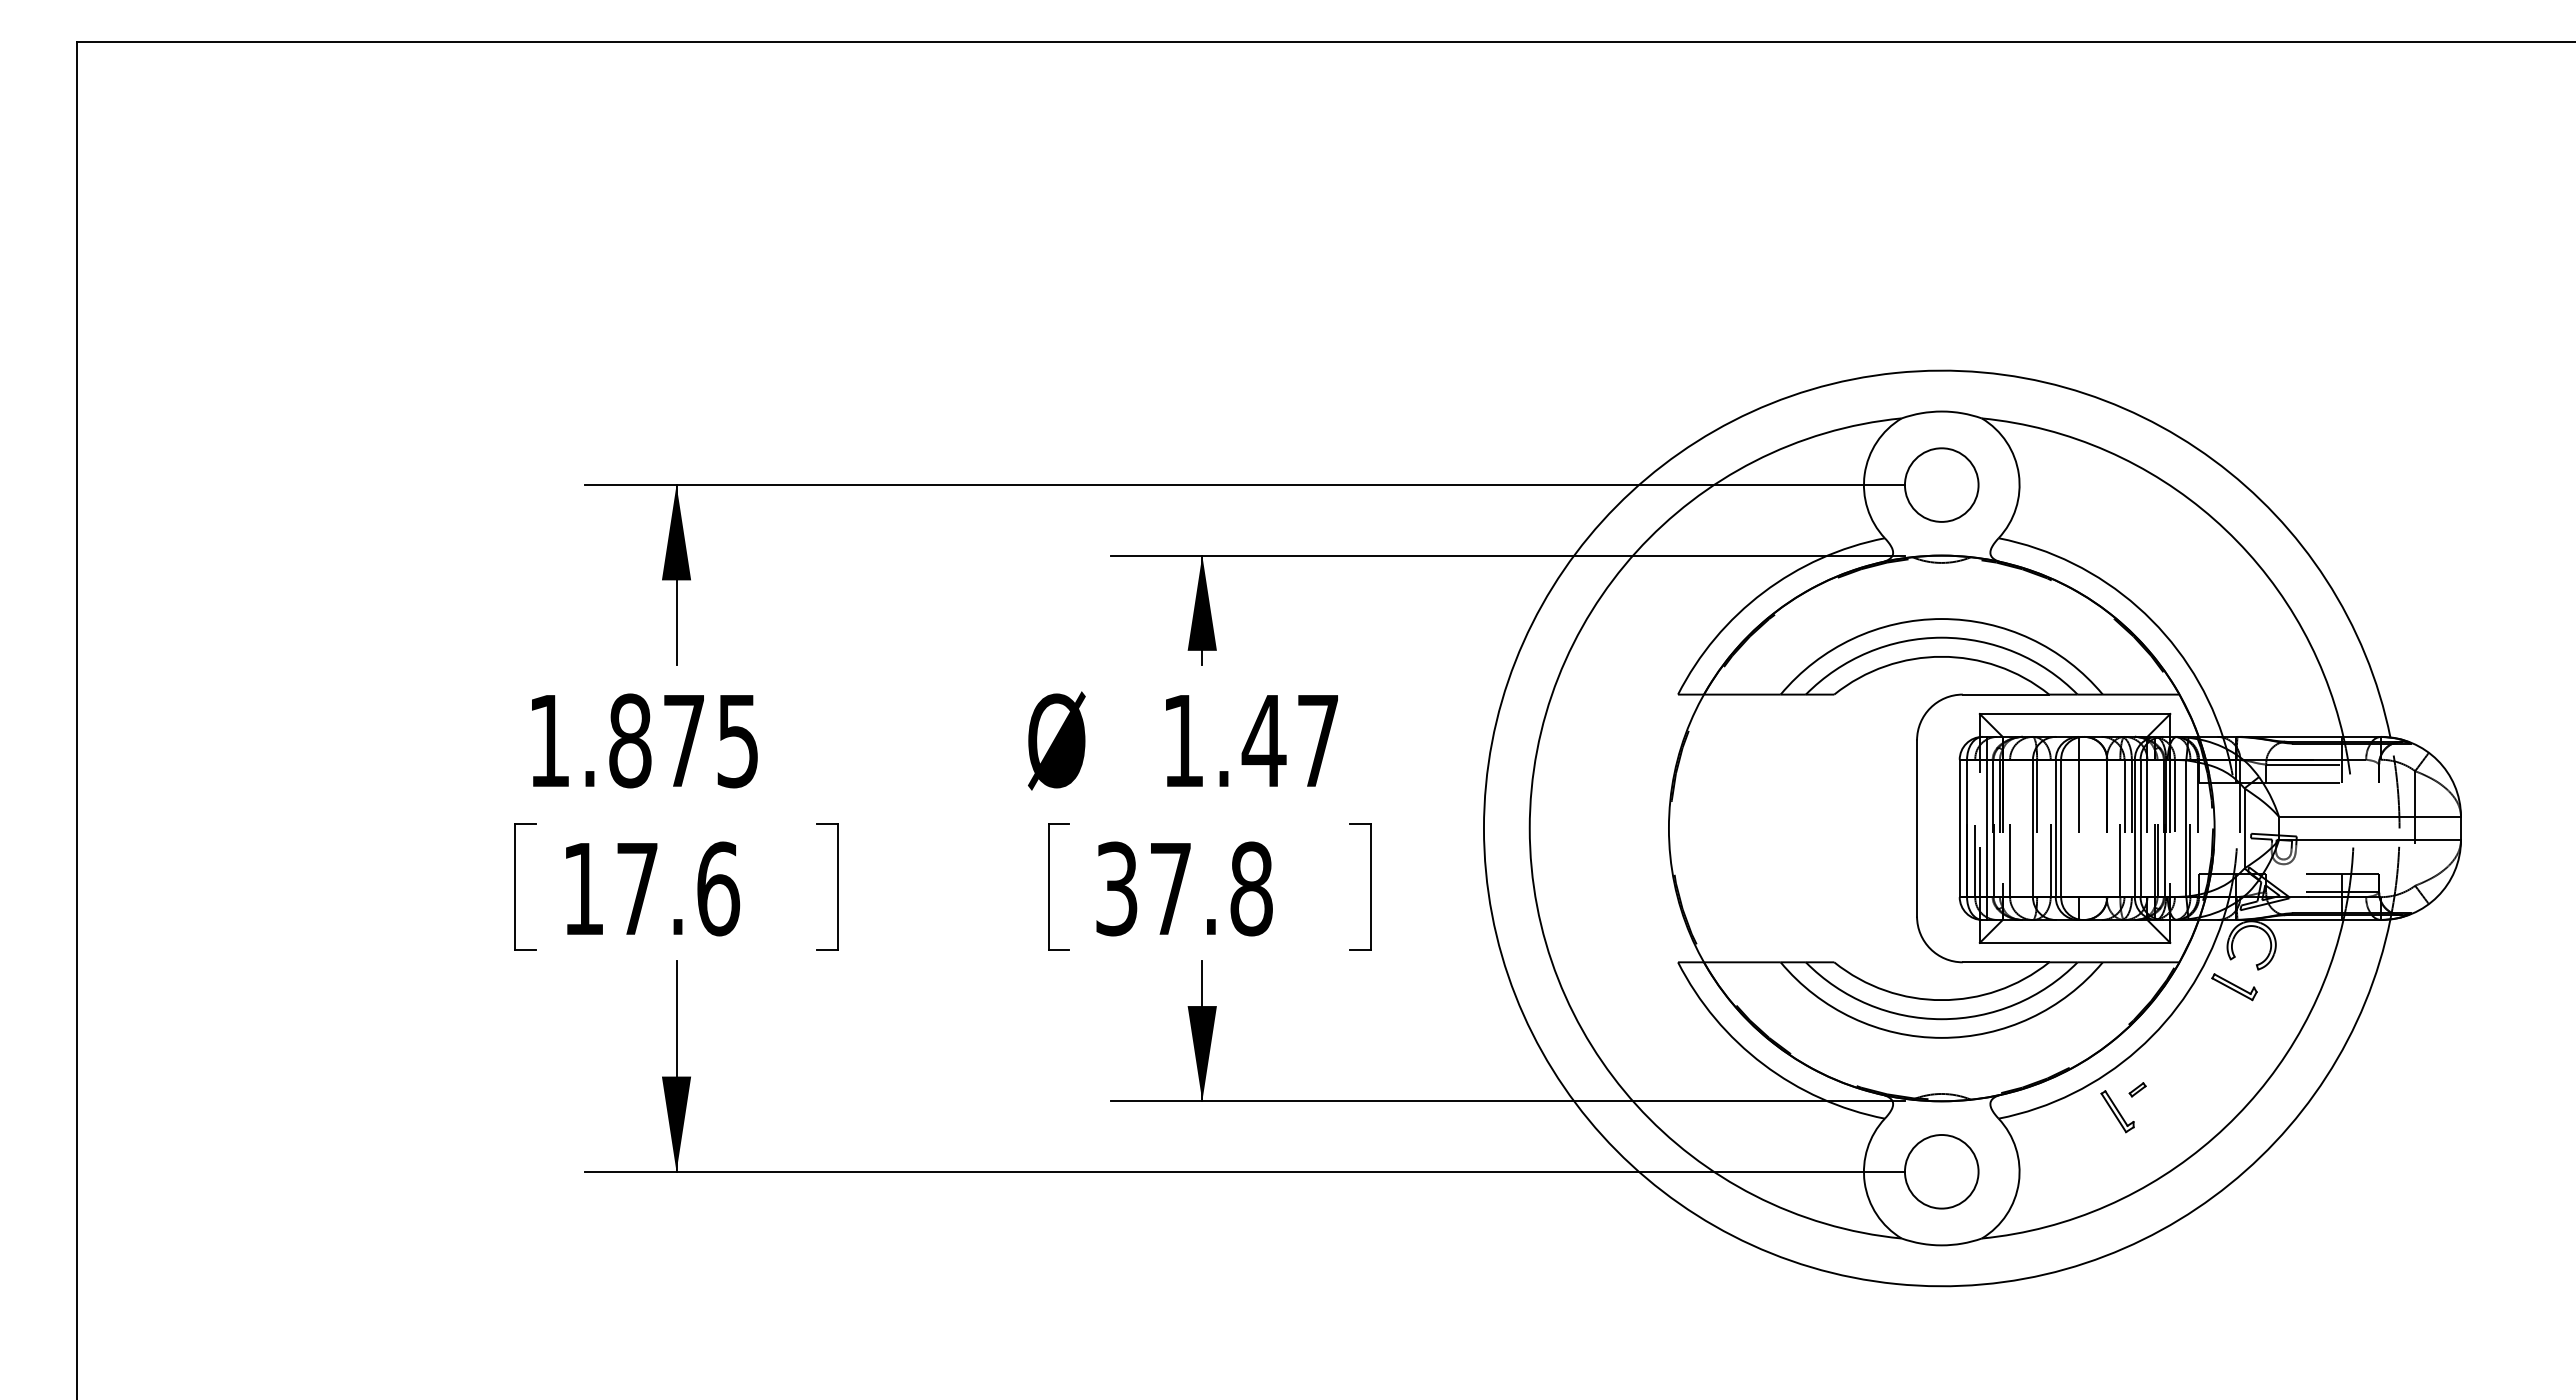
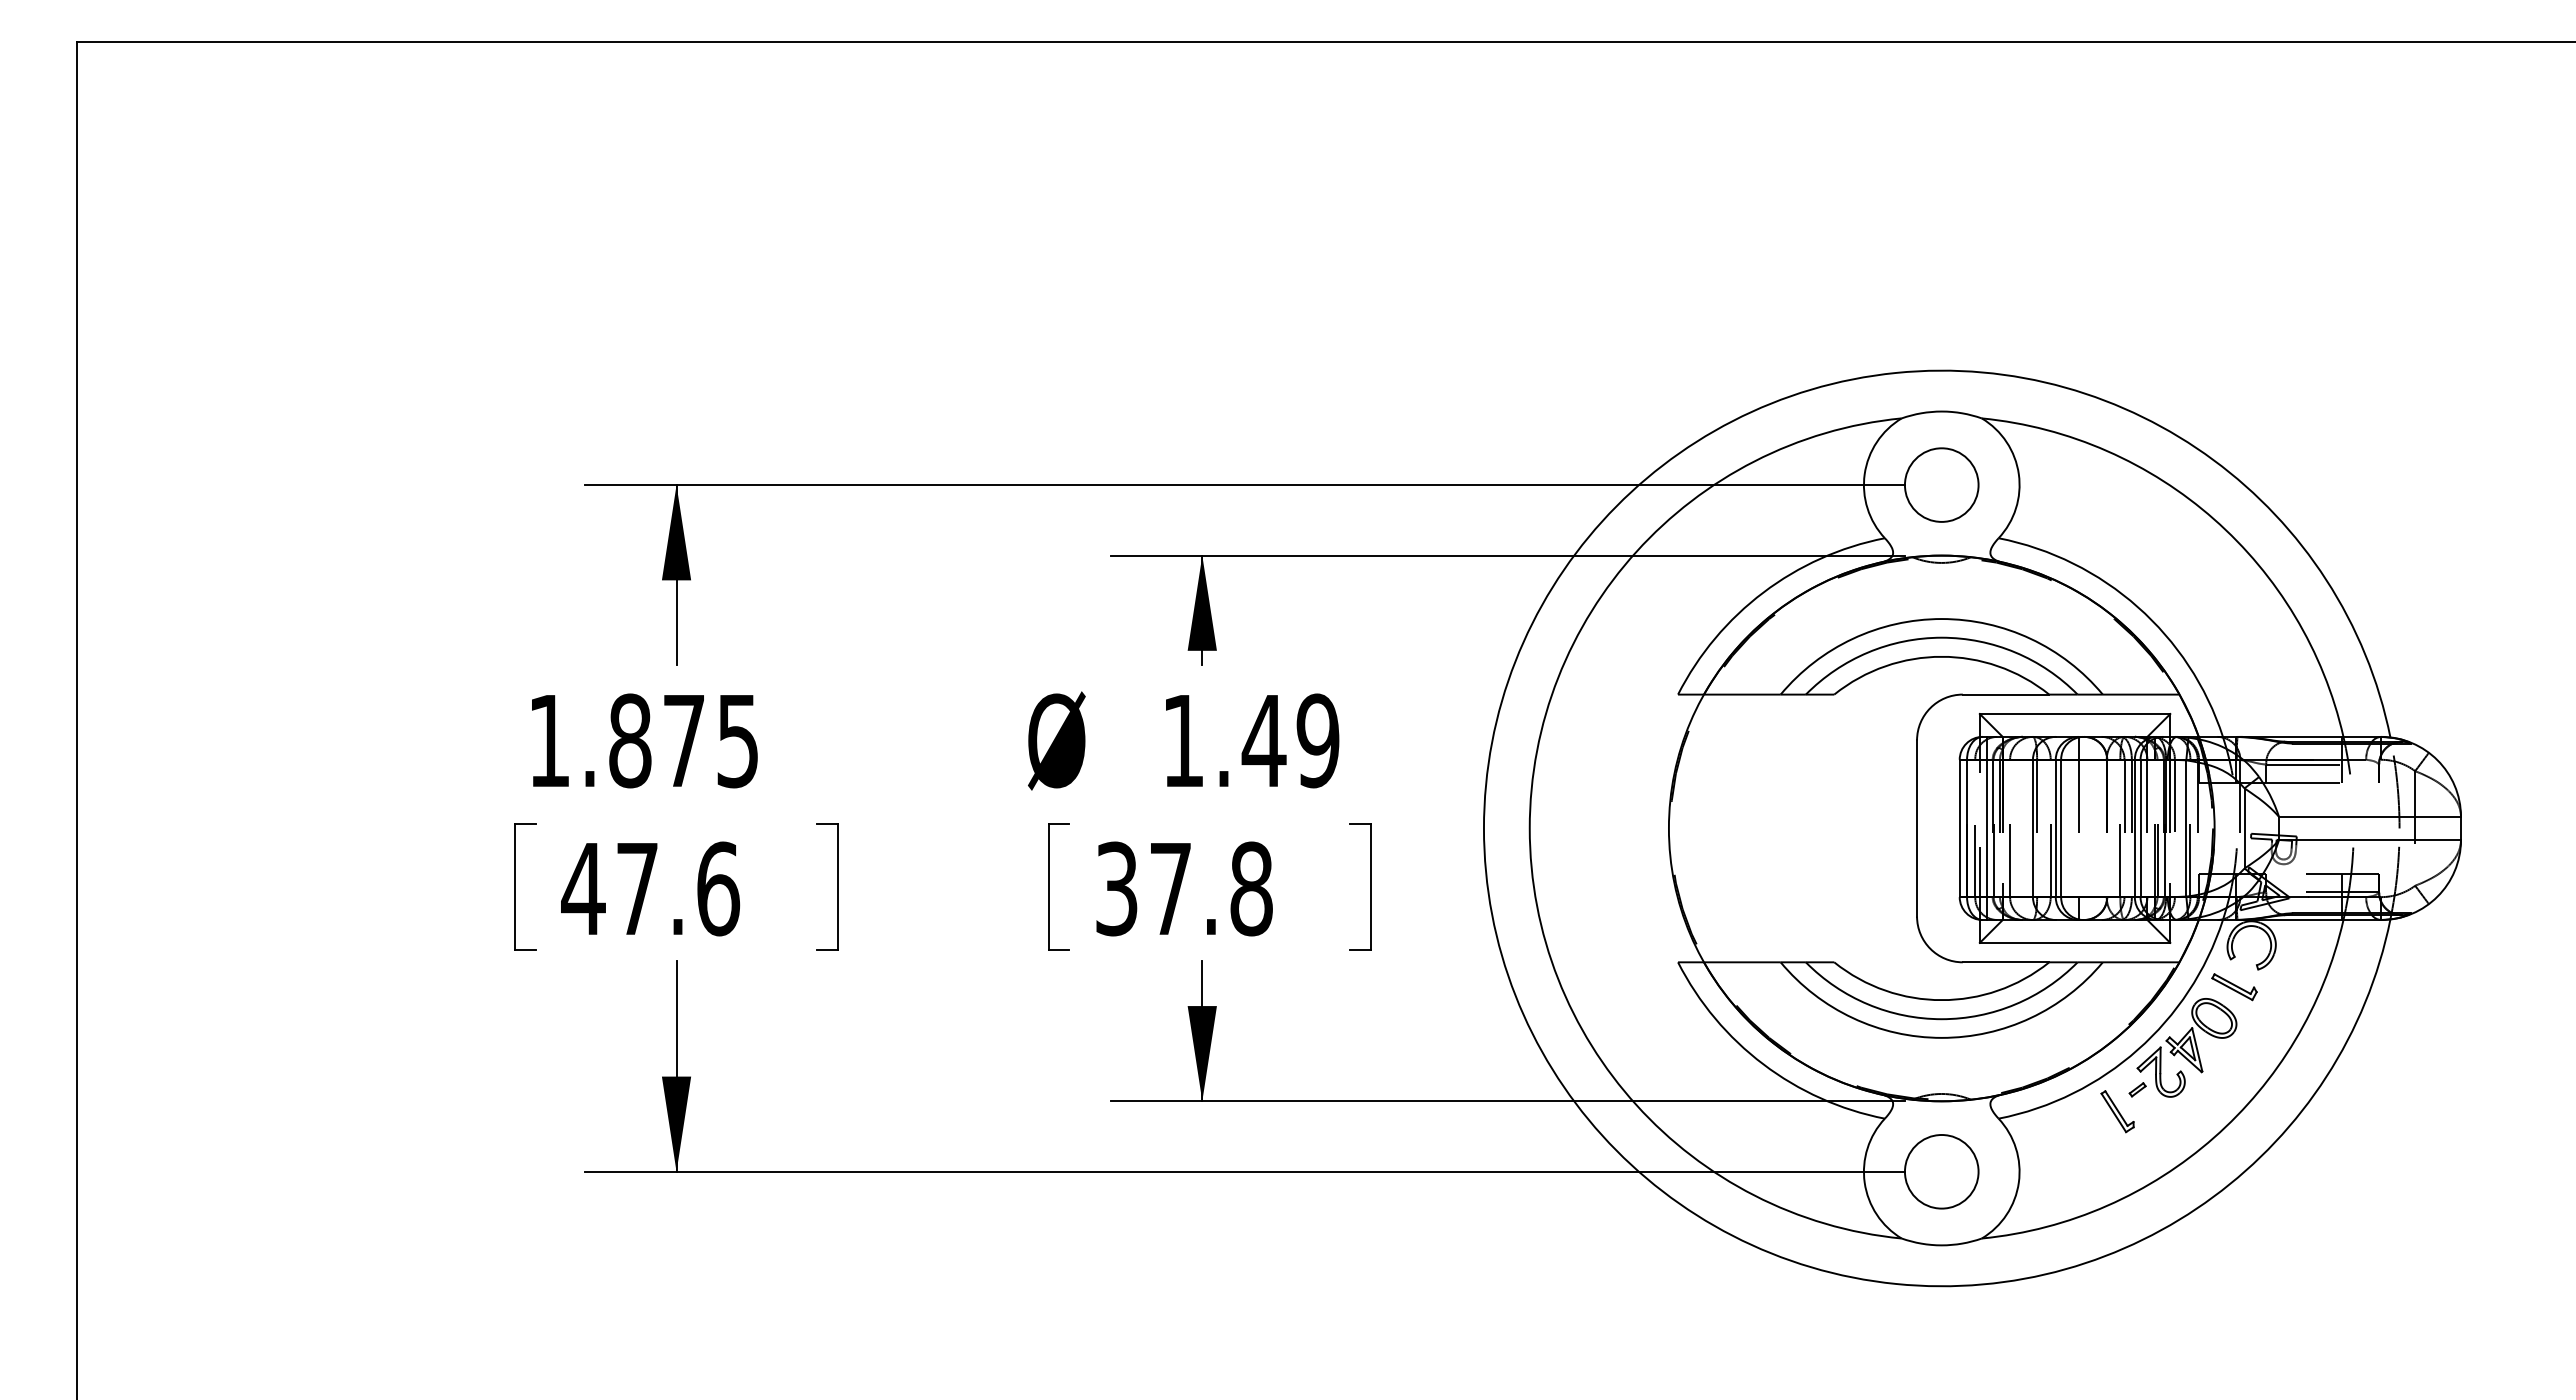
text at (1317, 740): 1.47 -> 1.49
text at (583, 888): 17.6 -> 47.6
part at (2186, 1047): none -> present
